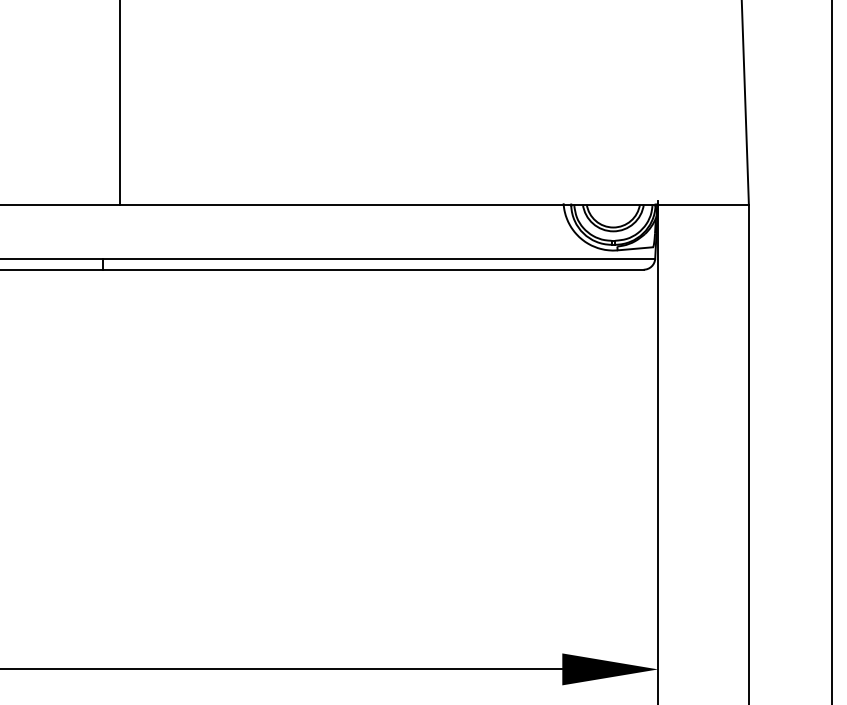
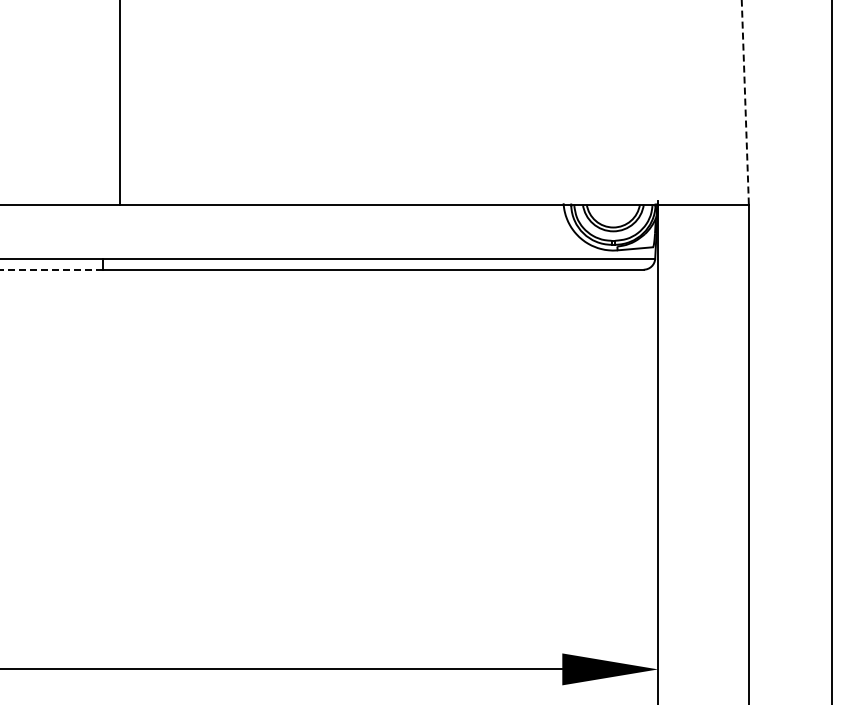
line at (745, 102): solid -> dashed
line at (51, 269): solid -> dashed
